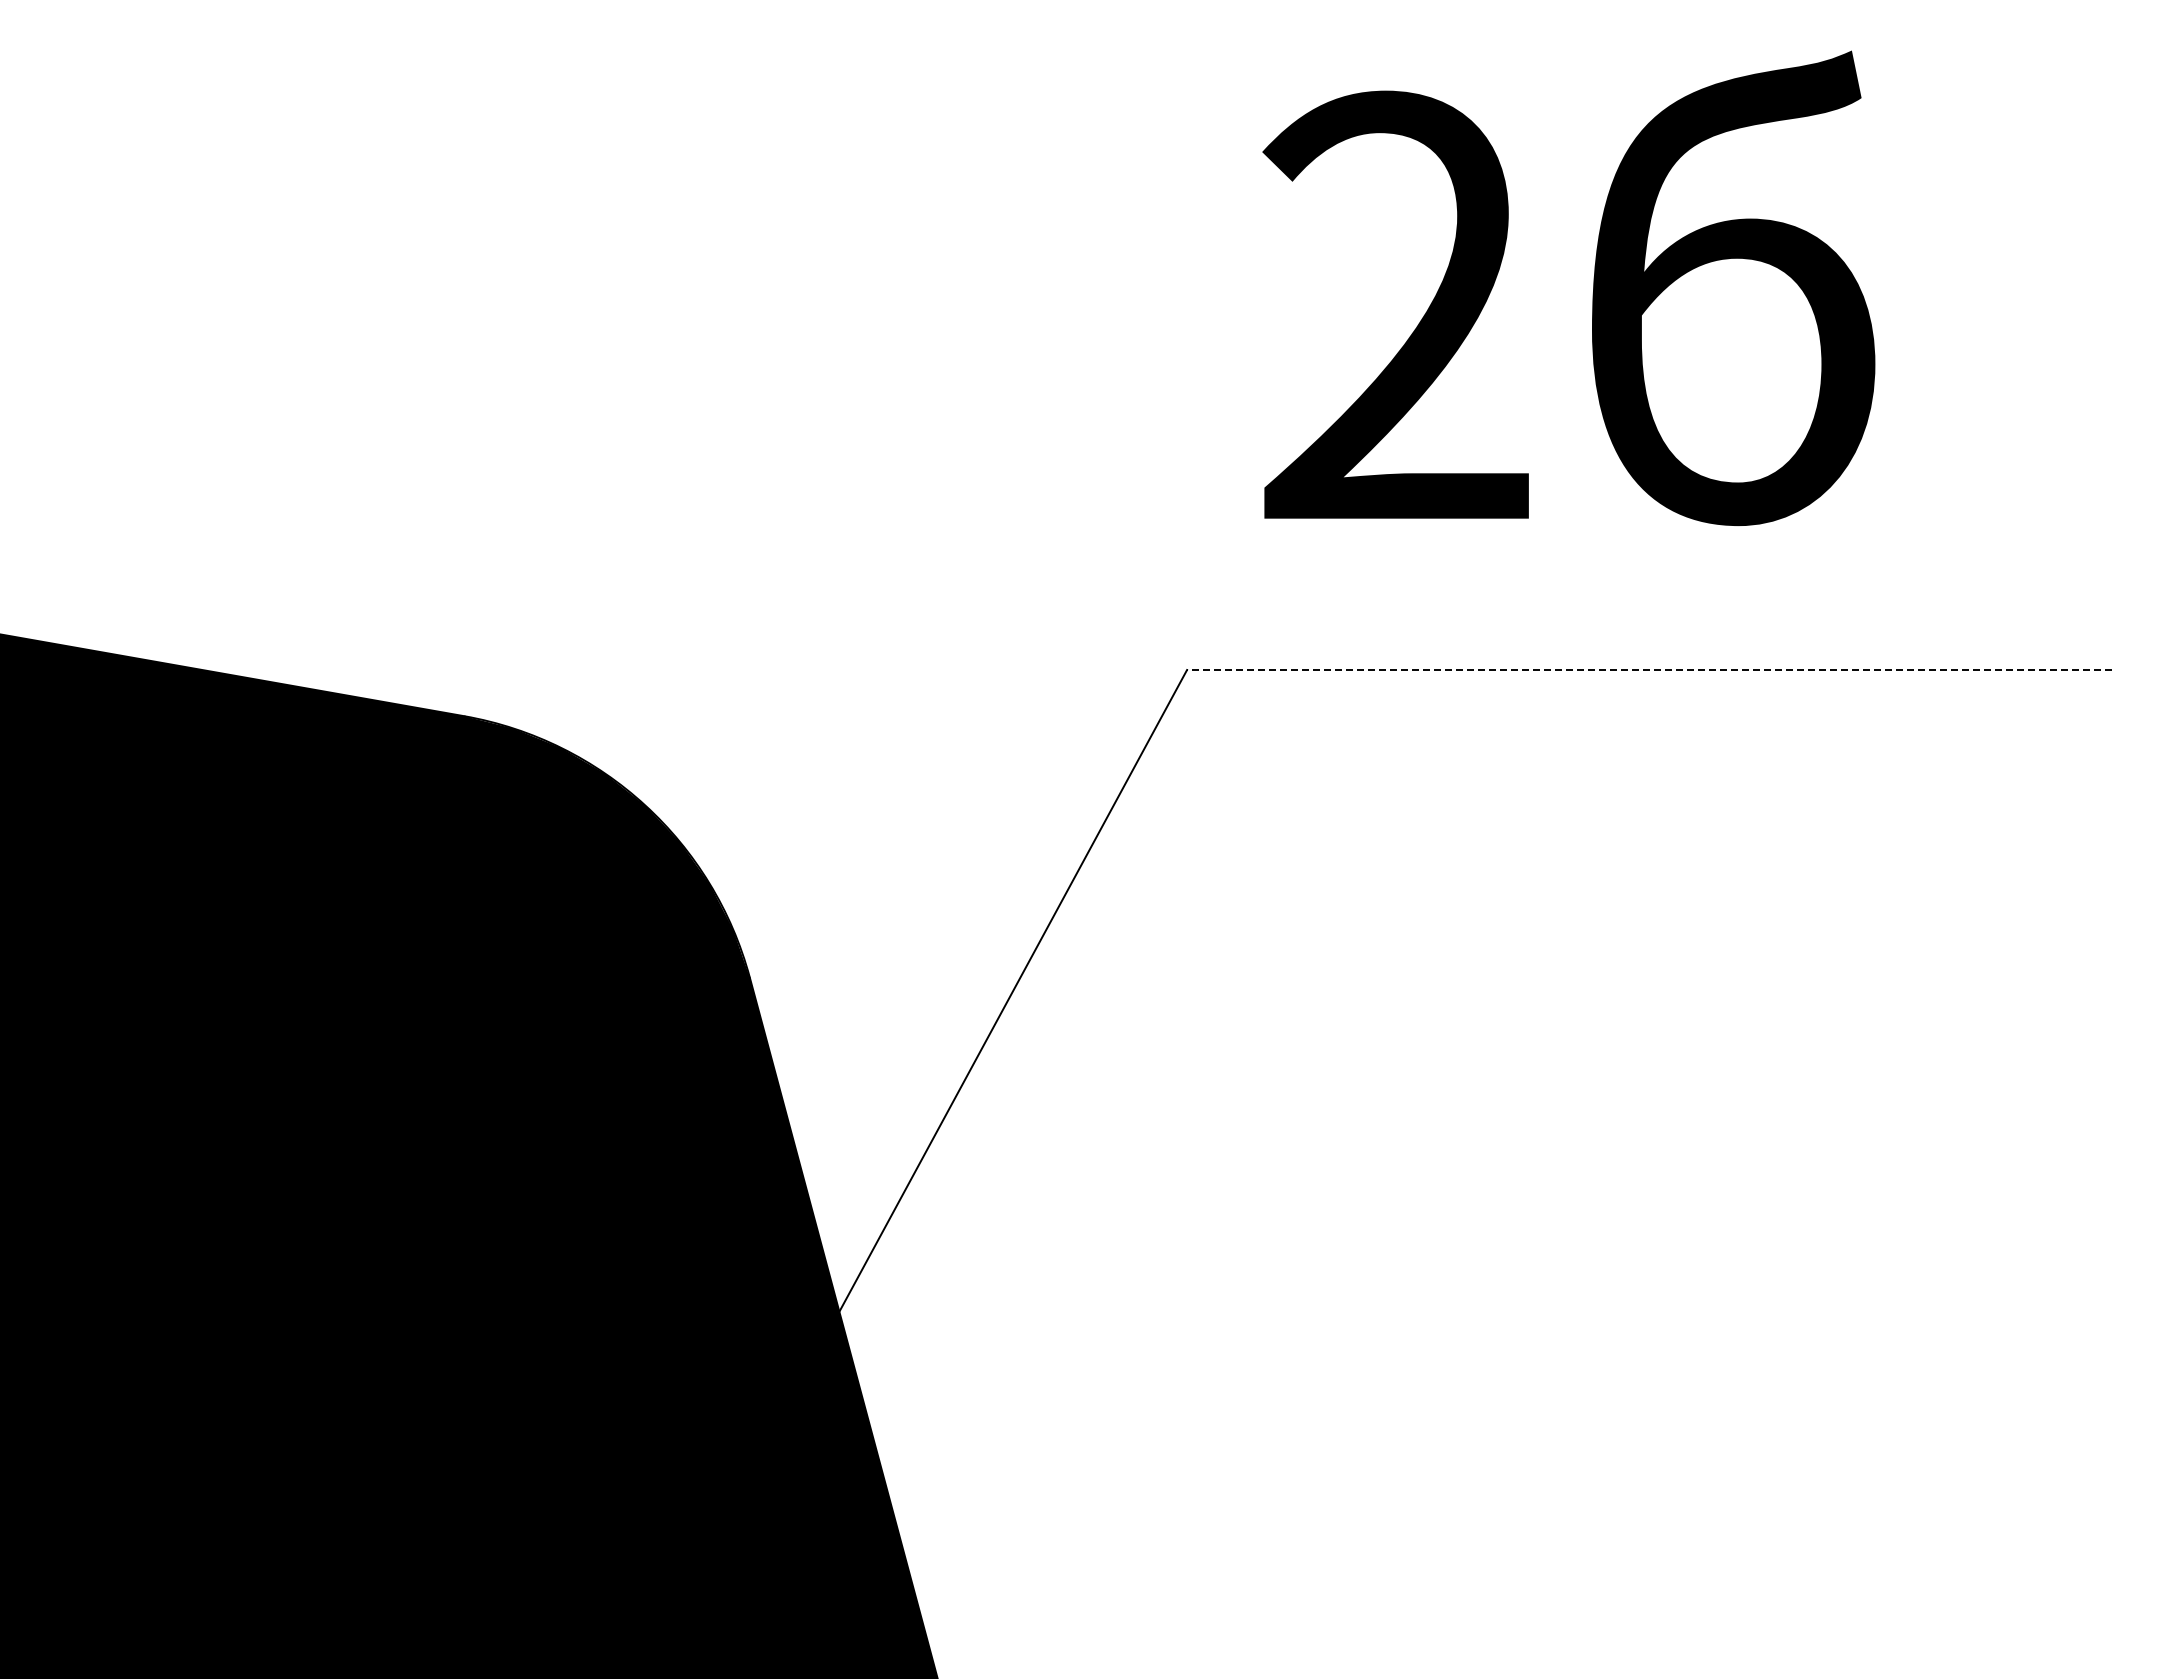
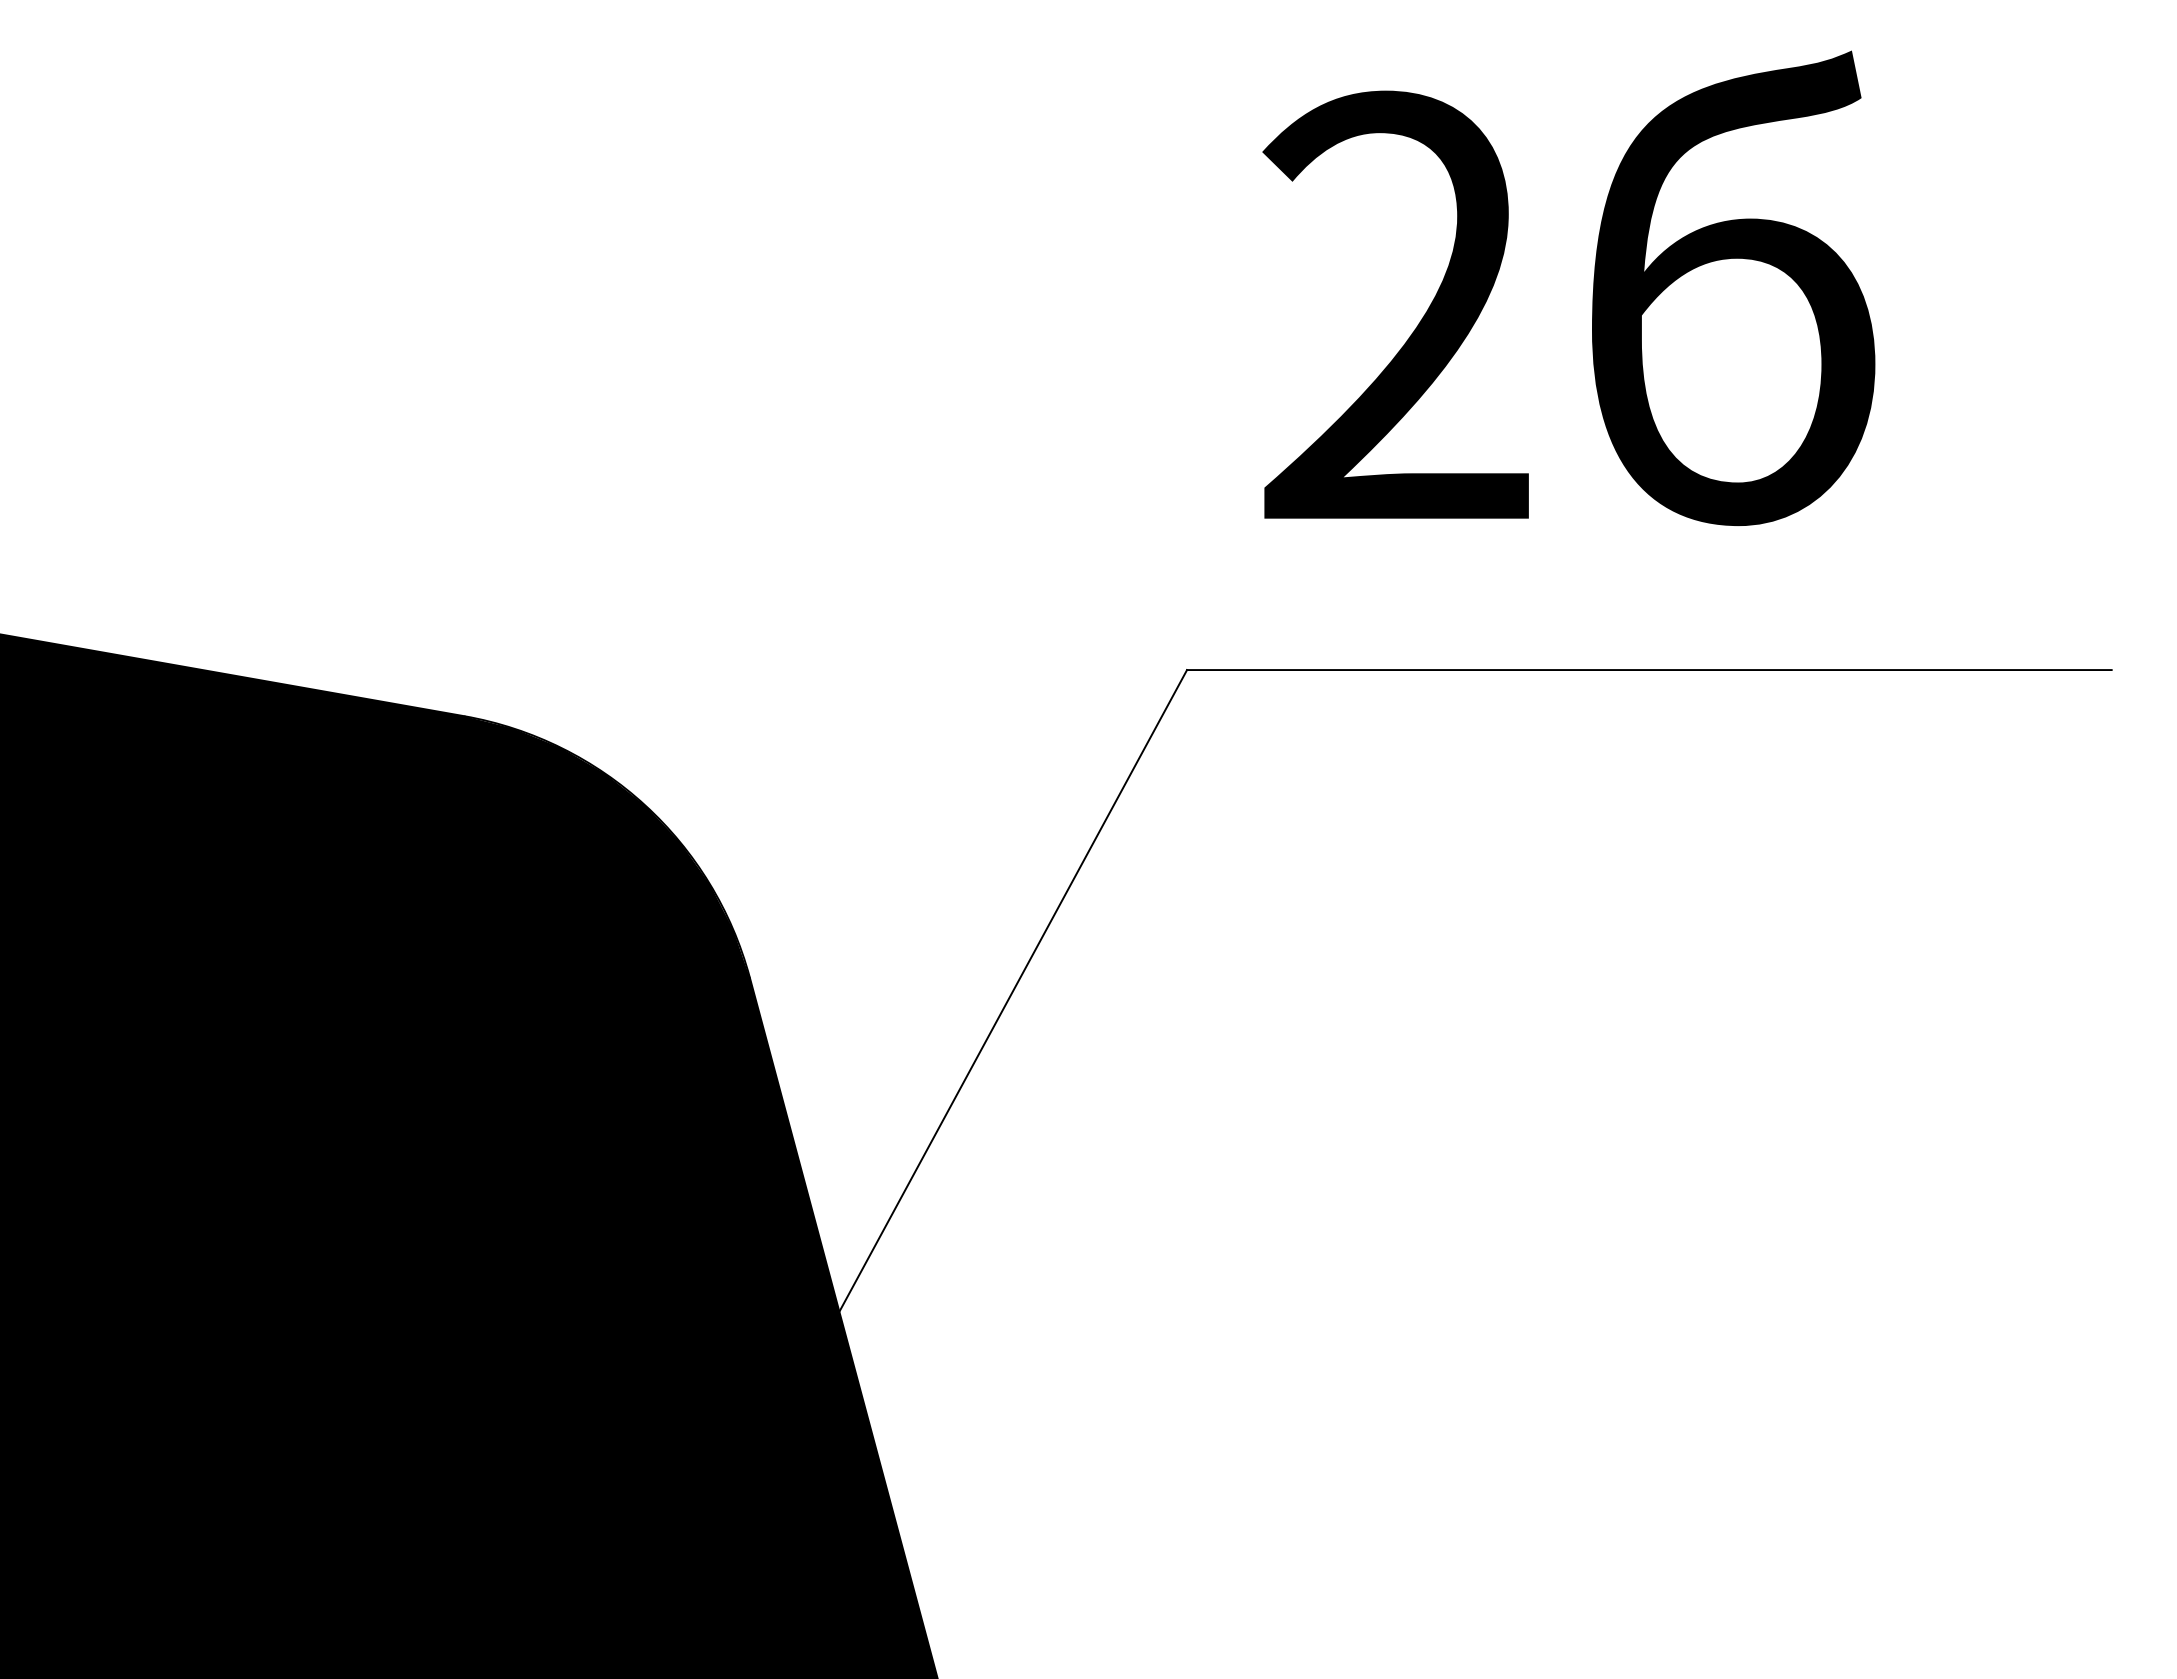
line at (1648, 670): dashed -> solid
